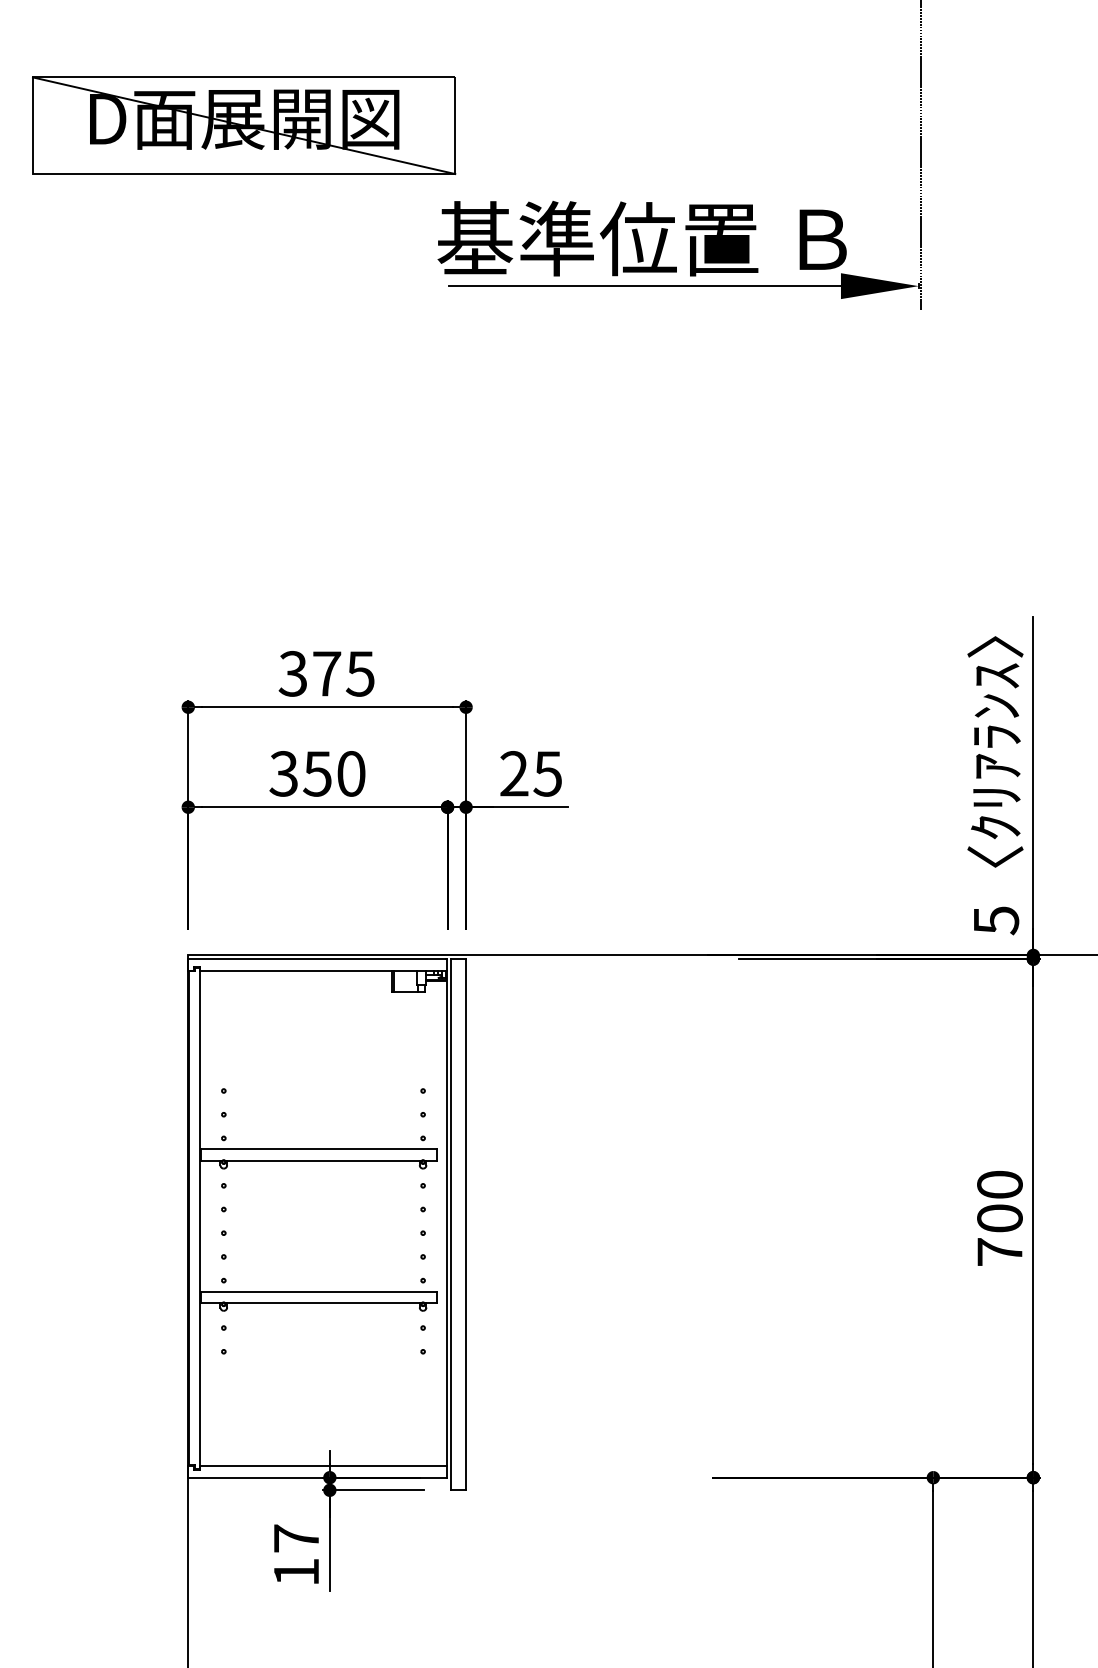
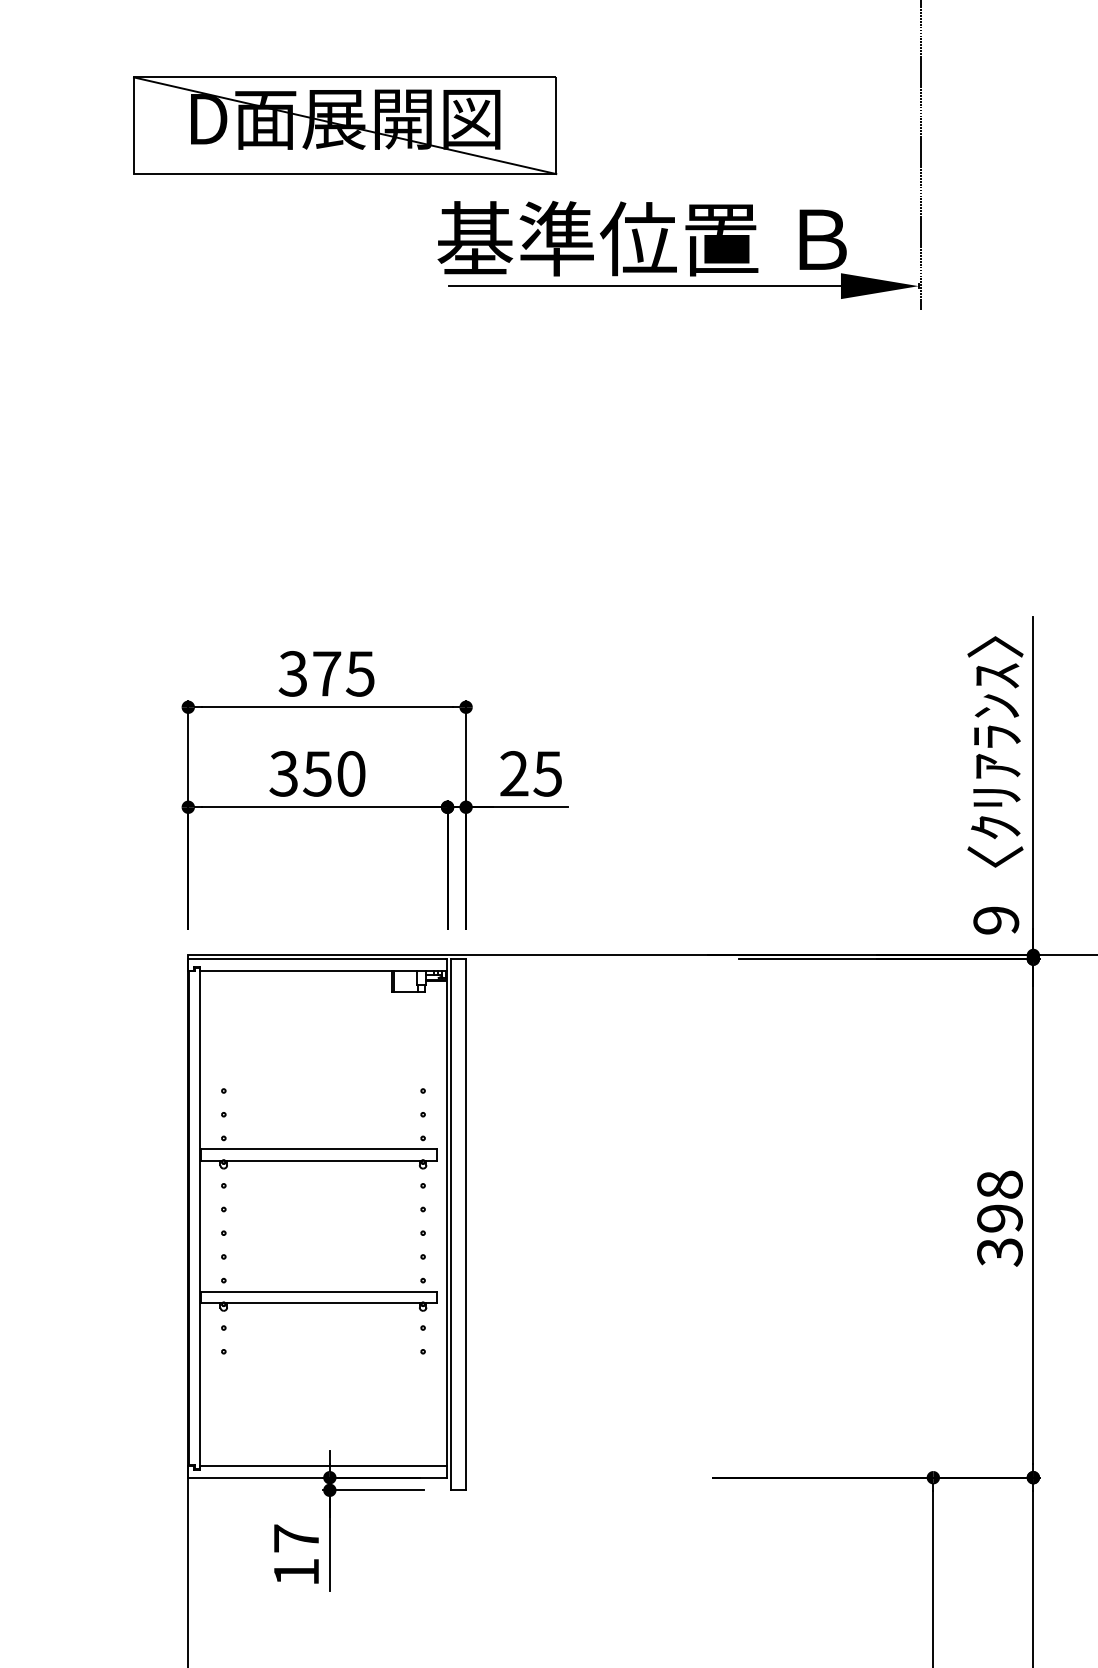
part at (244, 125) position: (244, 125) -> (345, 125)
text at (996, 920): 5 -> 9
text at (999, 1218): 700 -> 398
